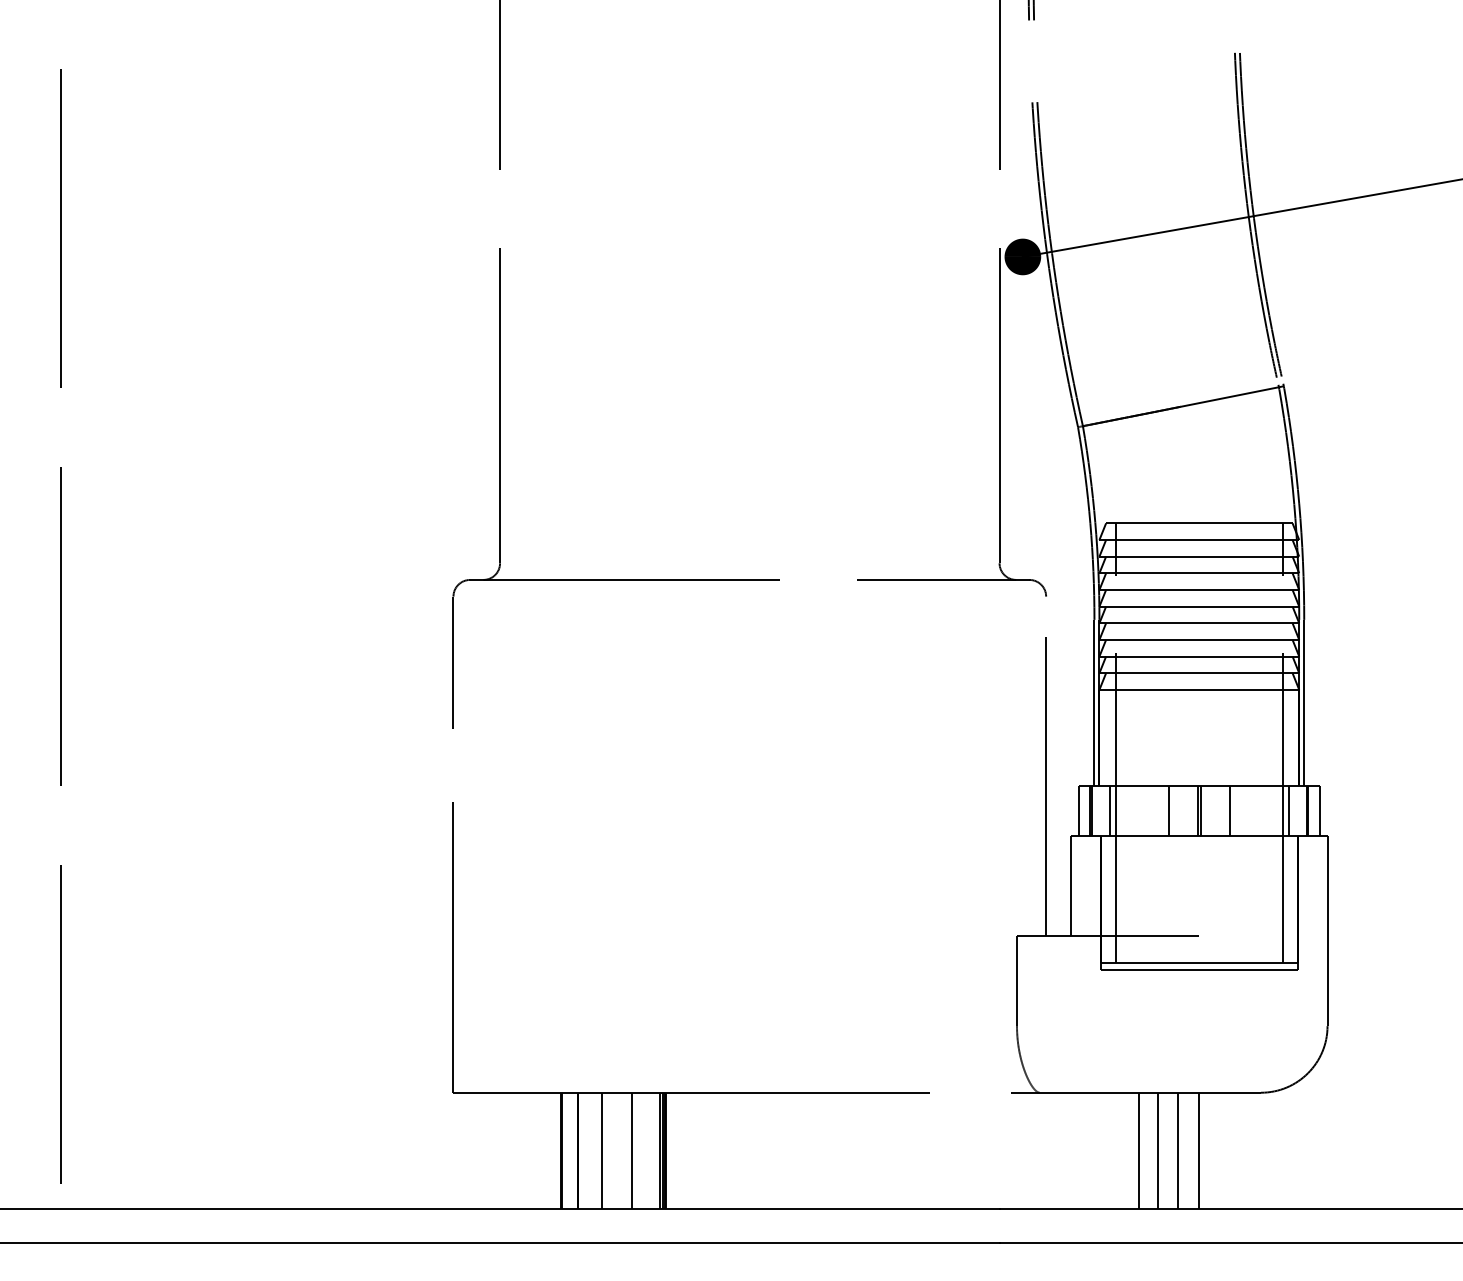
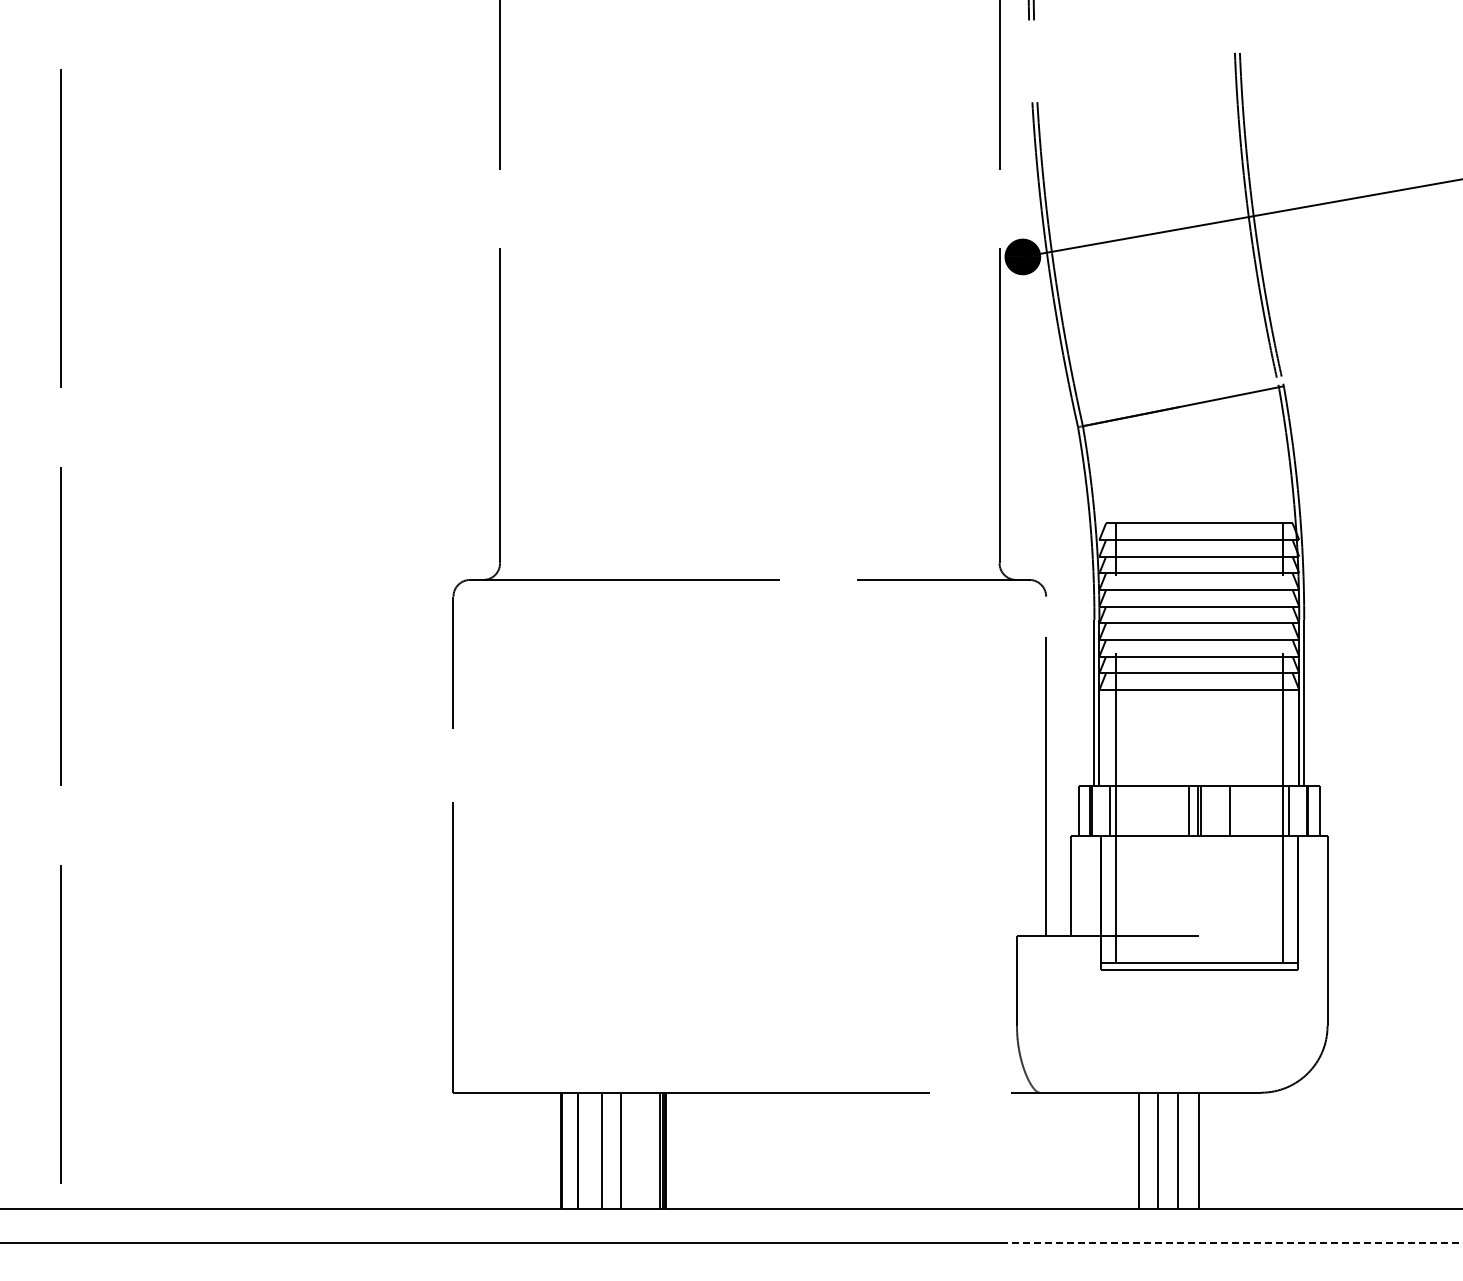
line at (1168, 811) position: (1168, 811) -> (1188, 811)
line at (631, 1150) position: (631, 1150) -> (620, 1150)
line at (1230, 1242): solid -> dashed
